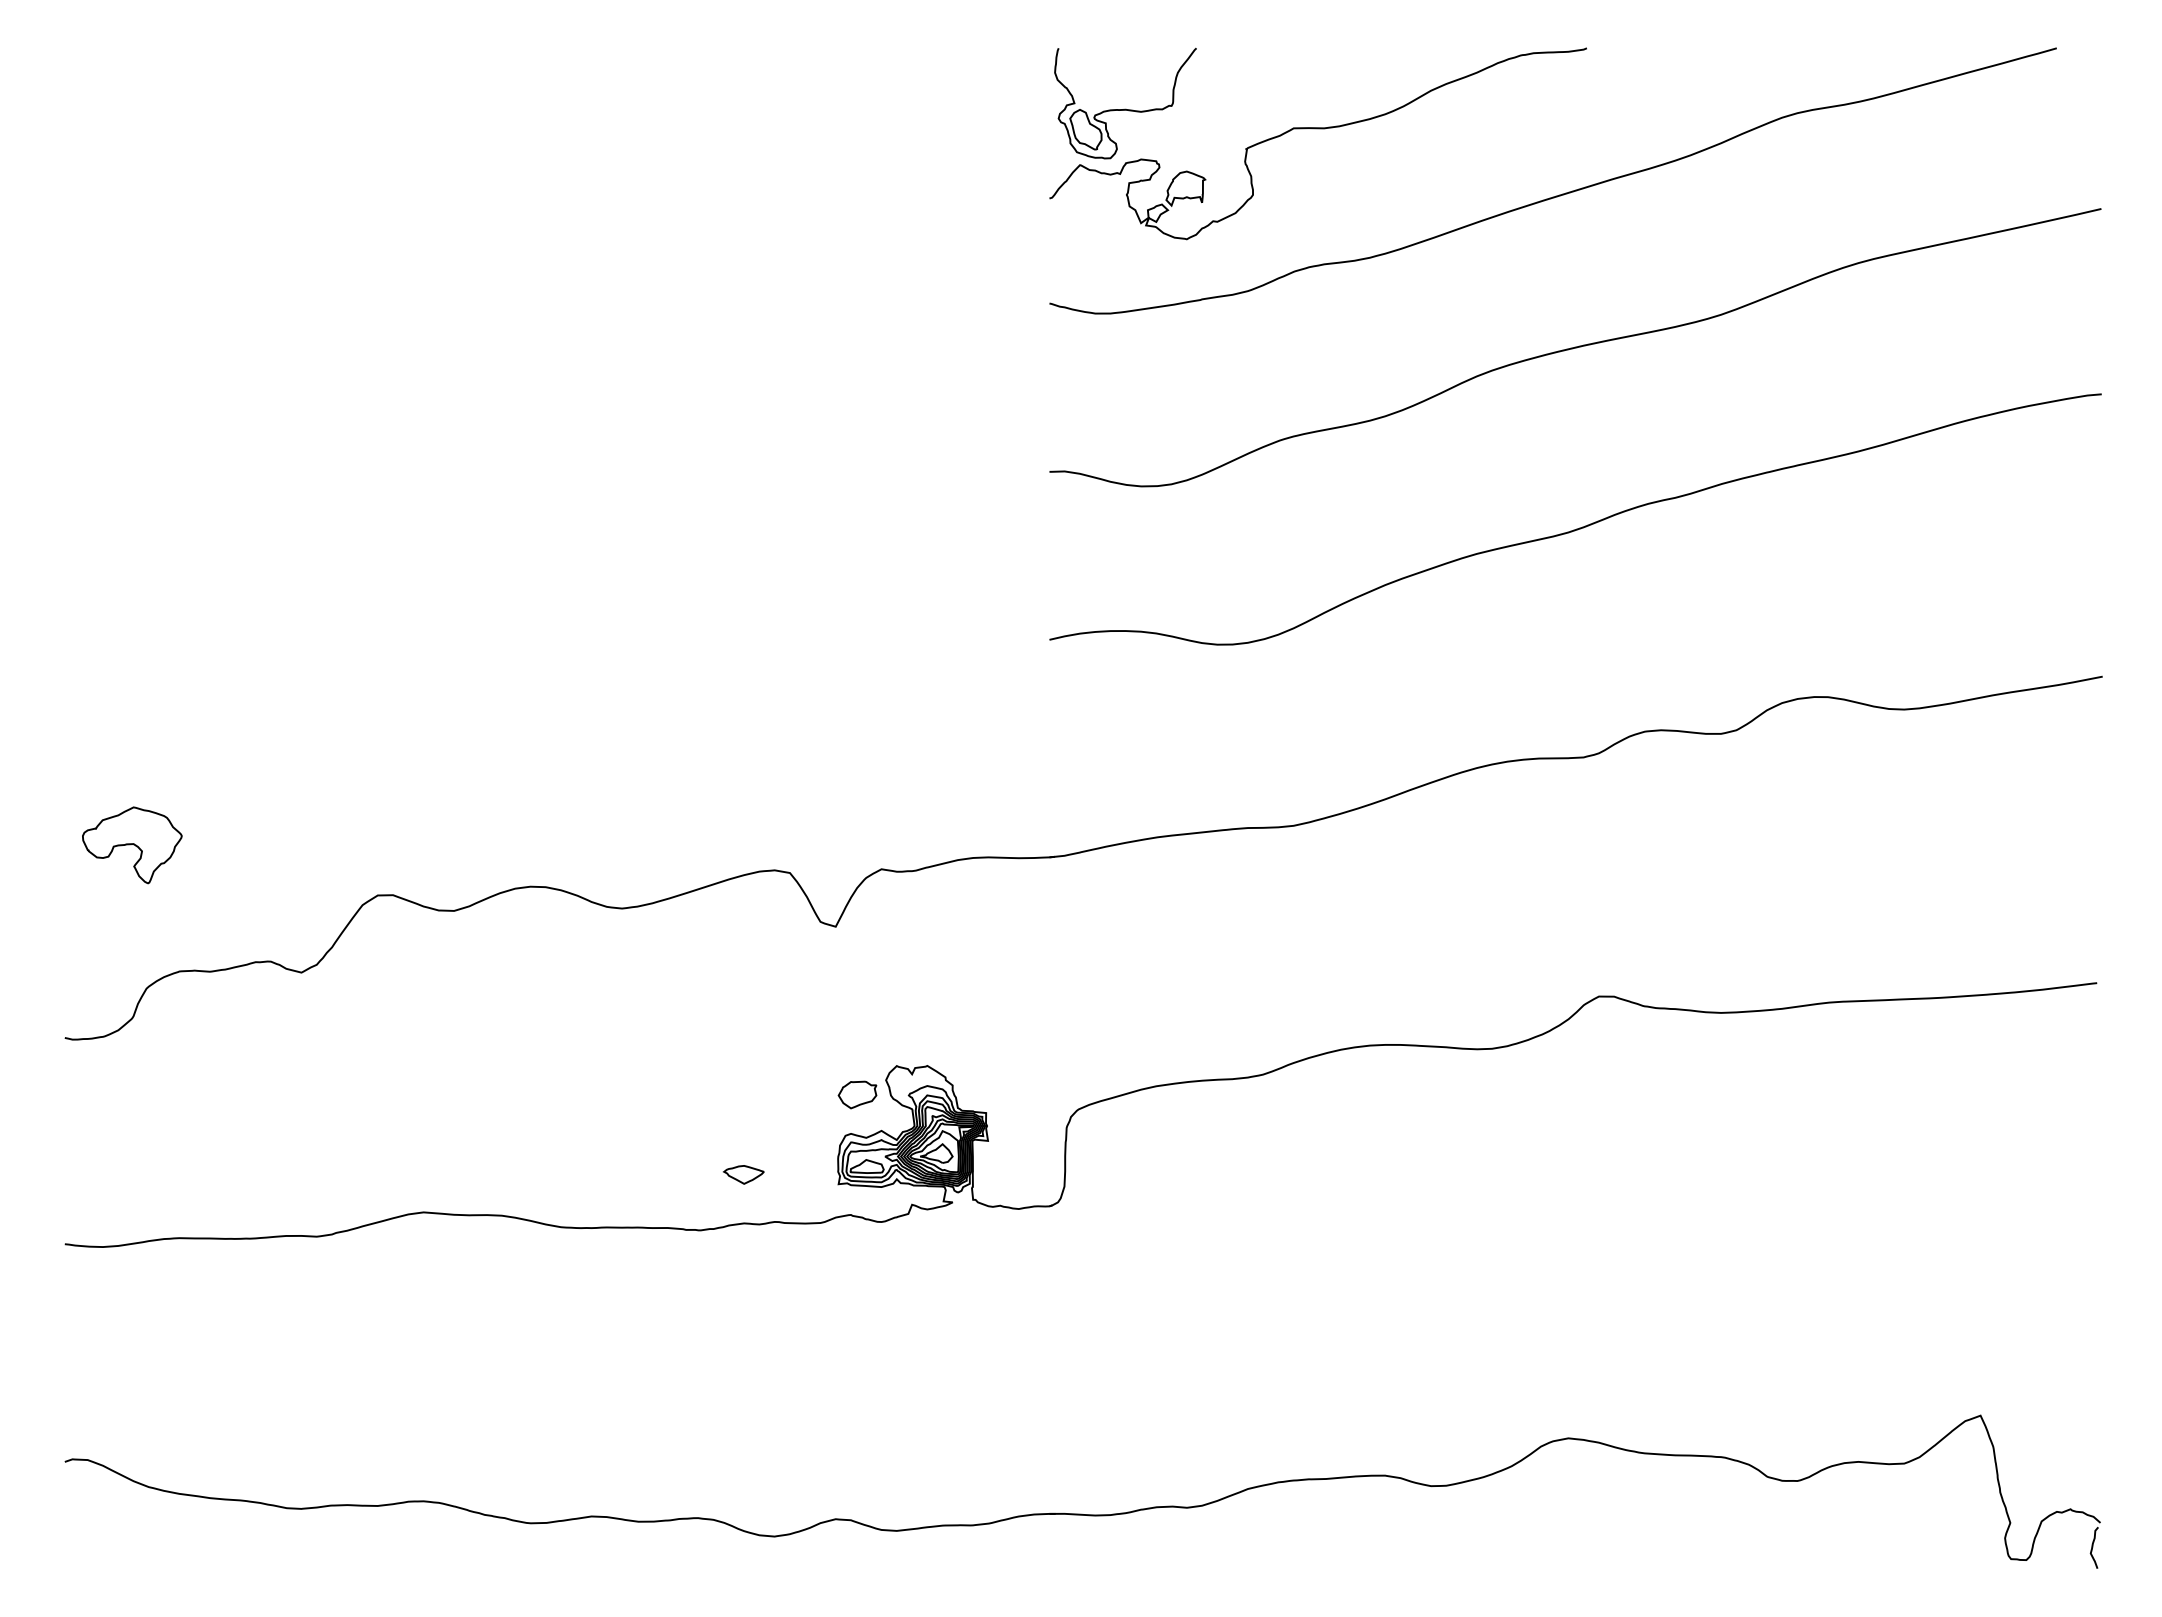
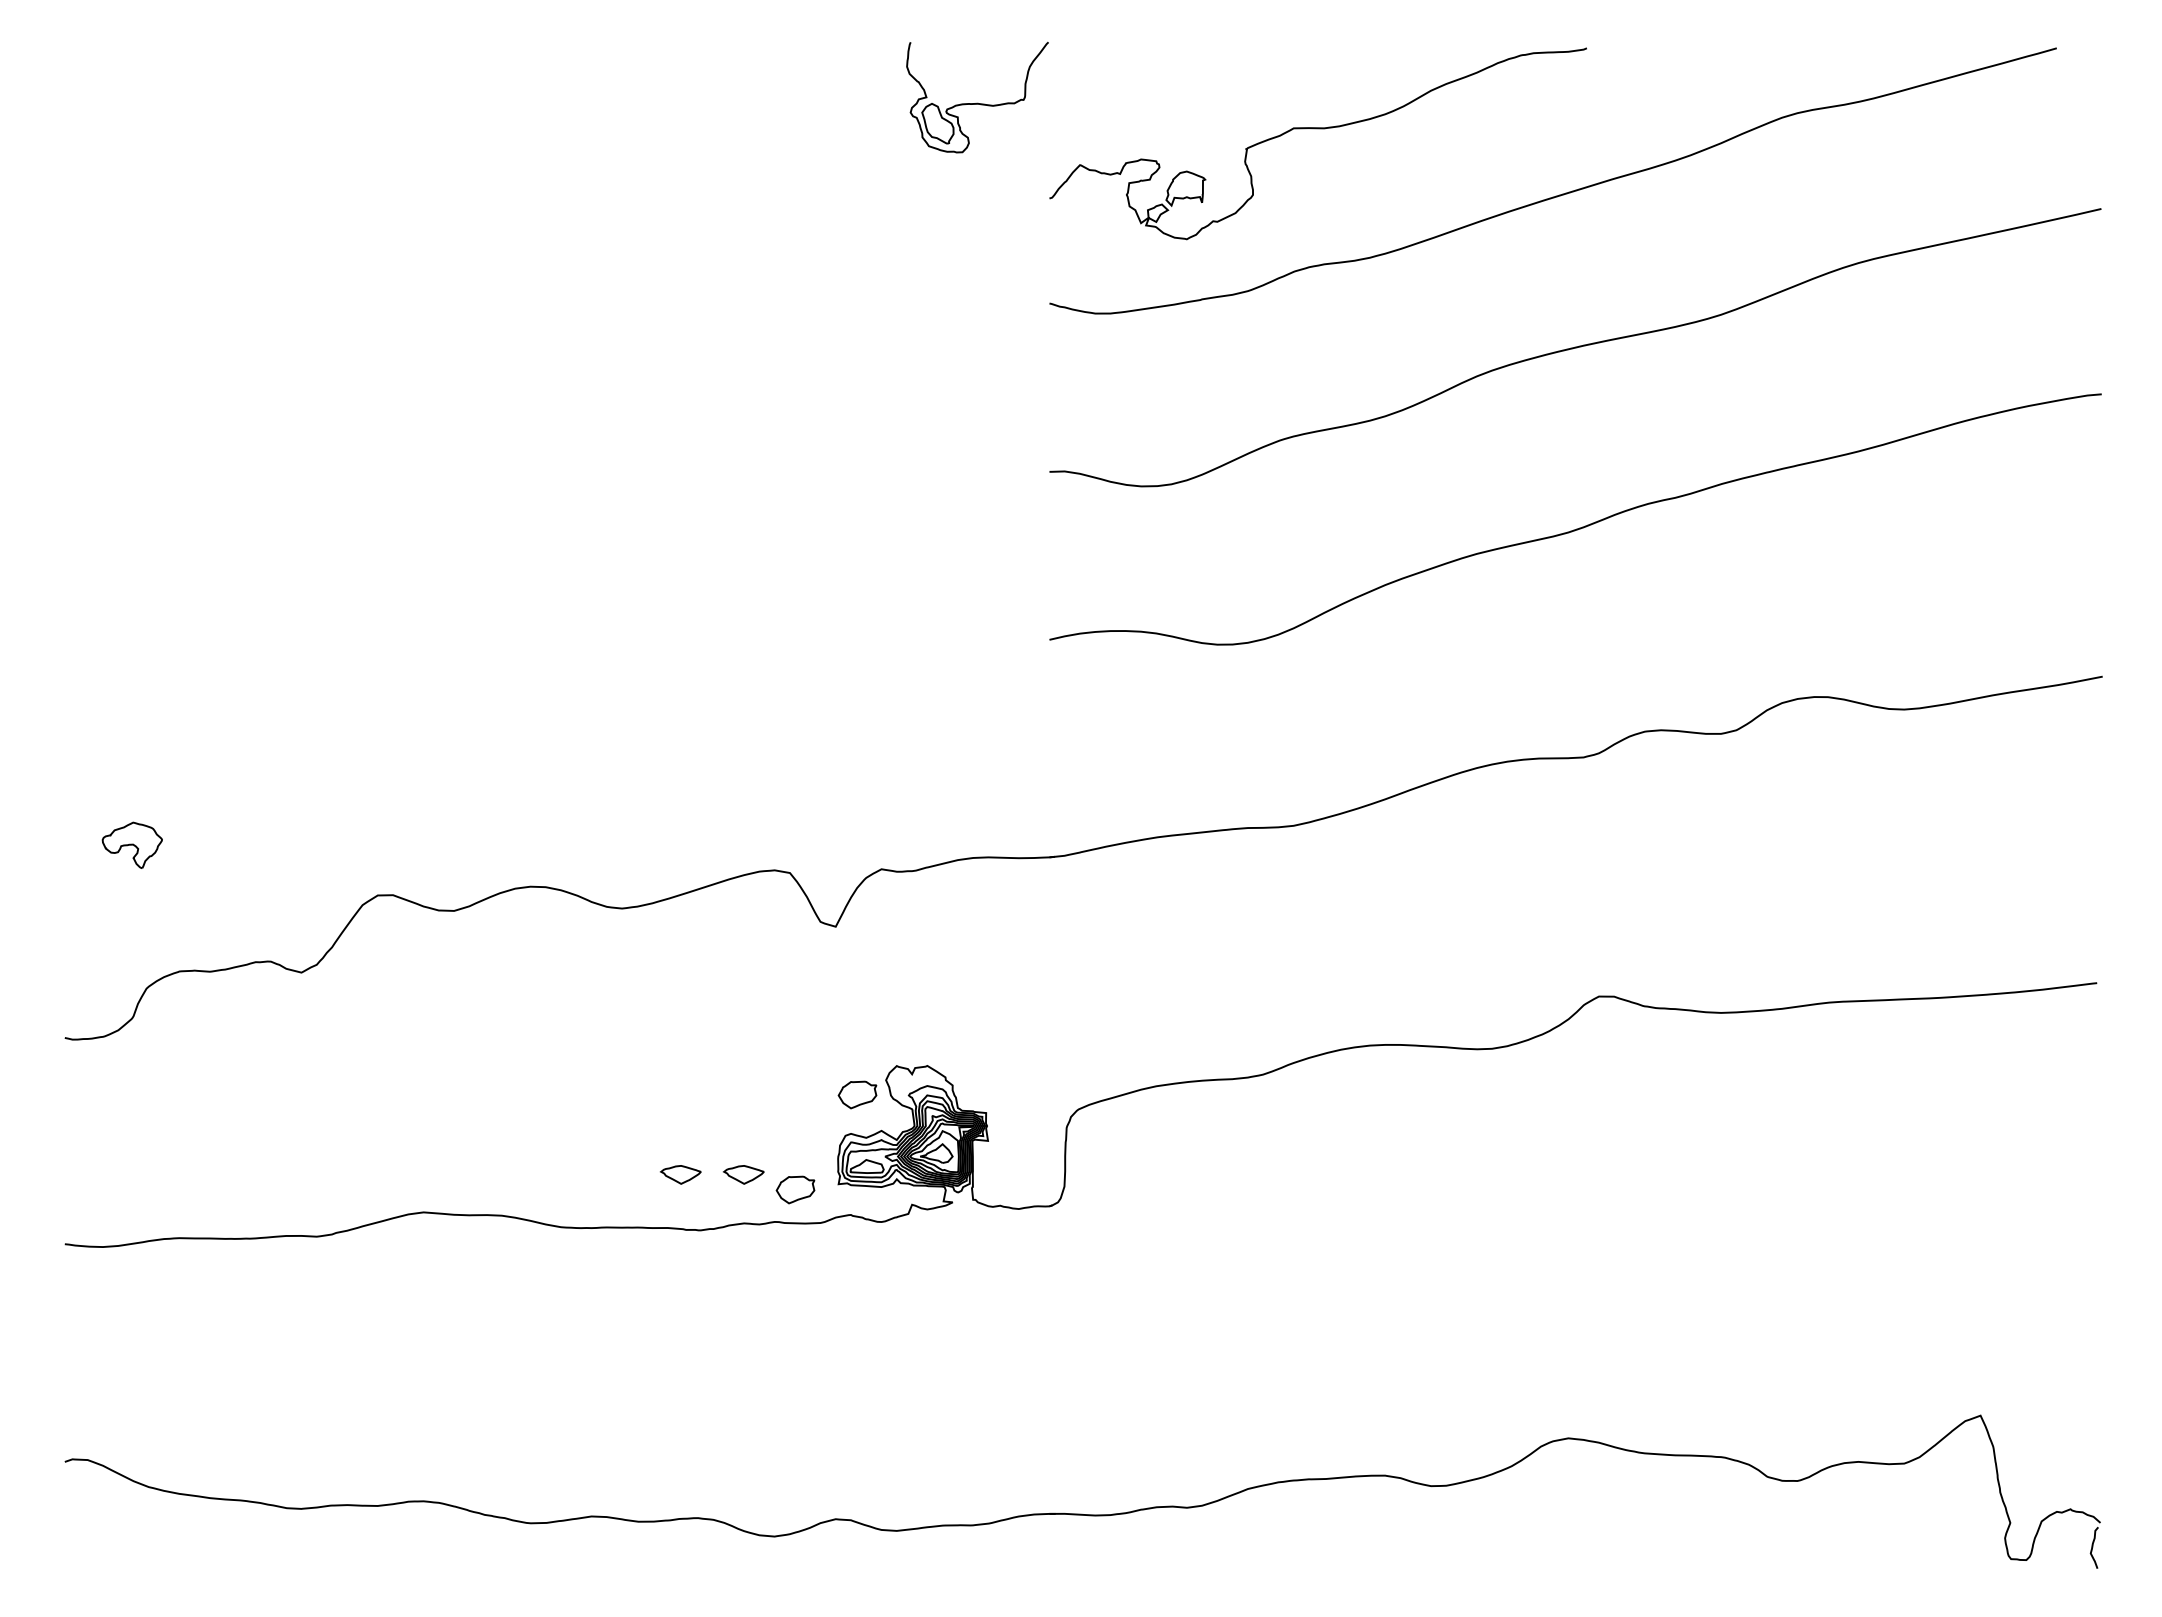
part at (1125, 103) position: (1125, 103) -> (977, 97)
part at (132, 845) size: 101x79 px -> 62x48 px
part at (680, 1174): none -> present
part at (795, 1189): none -> present
